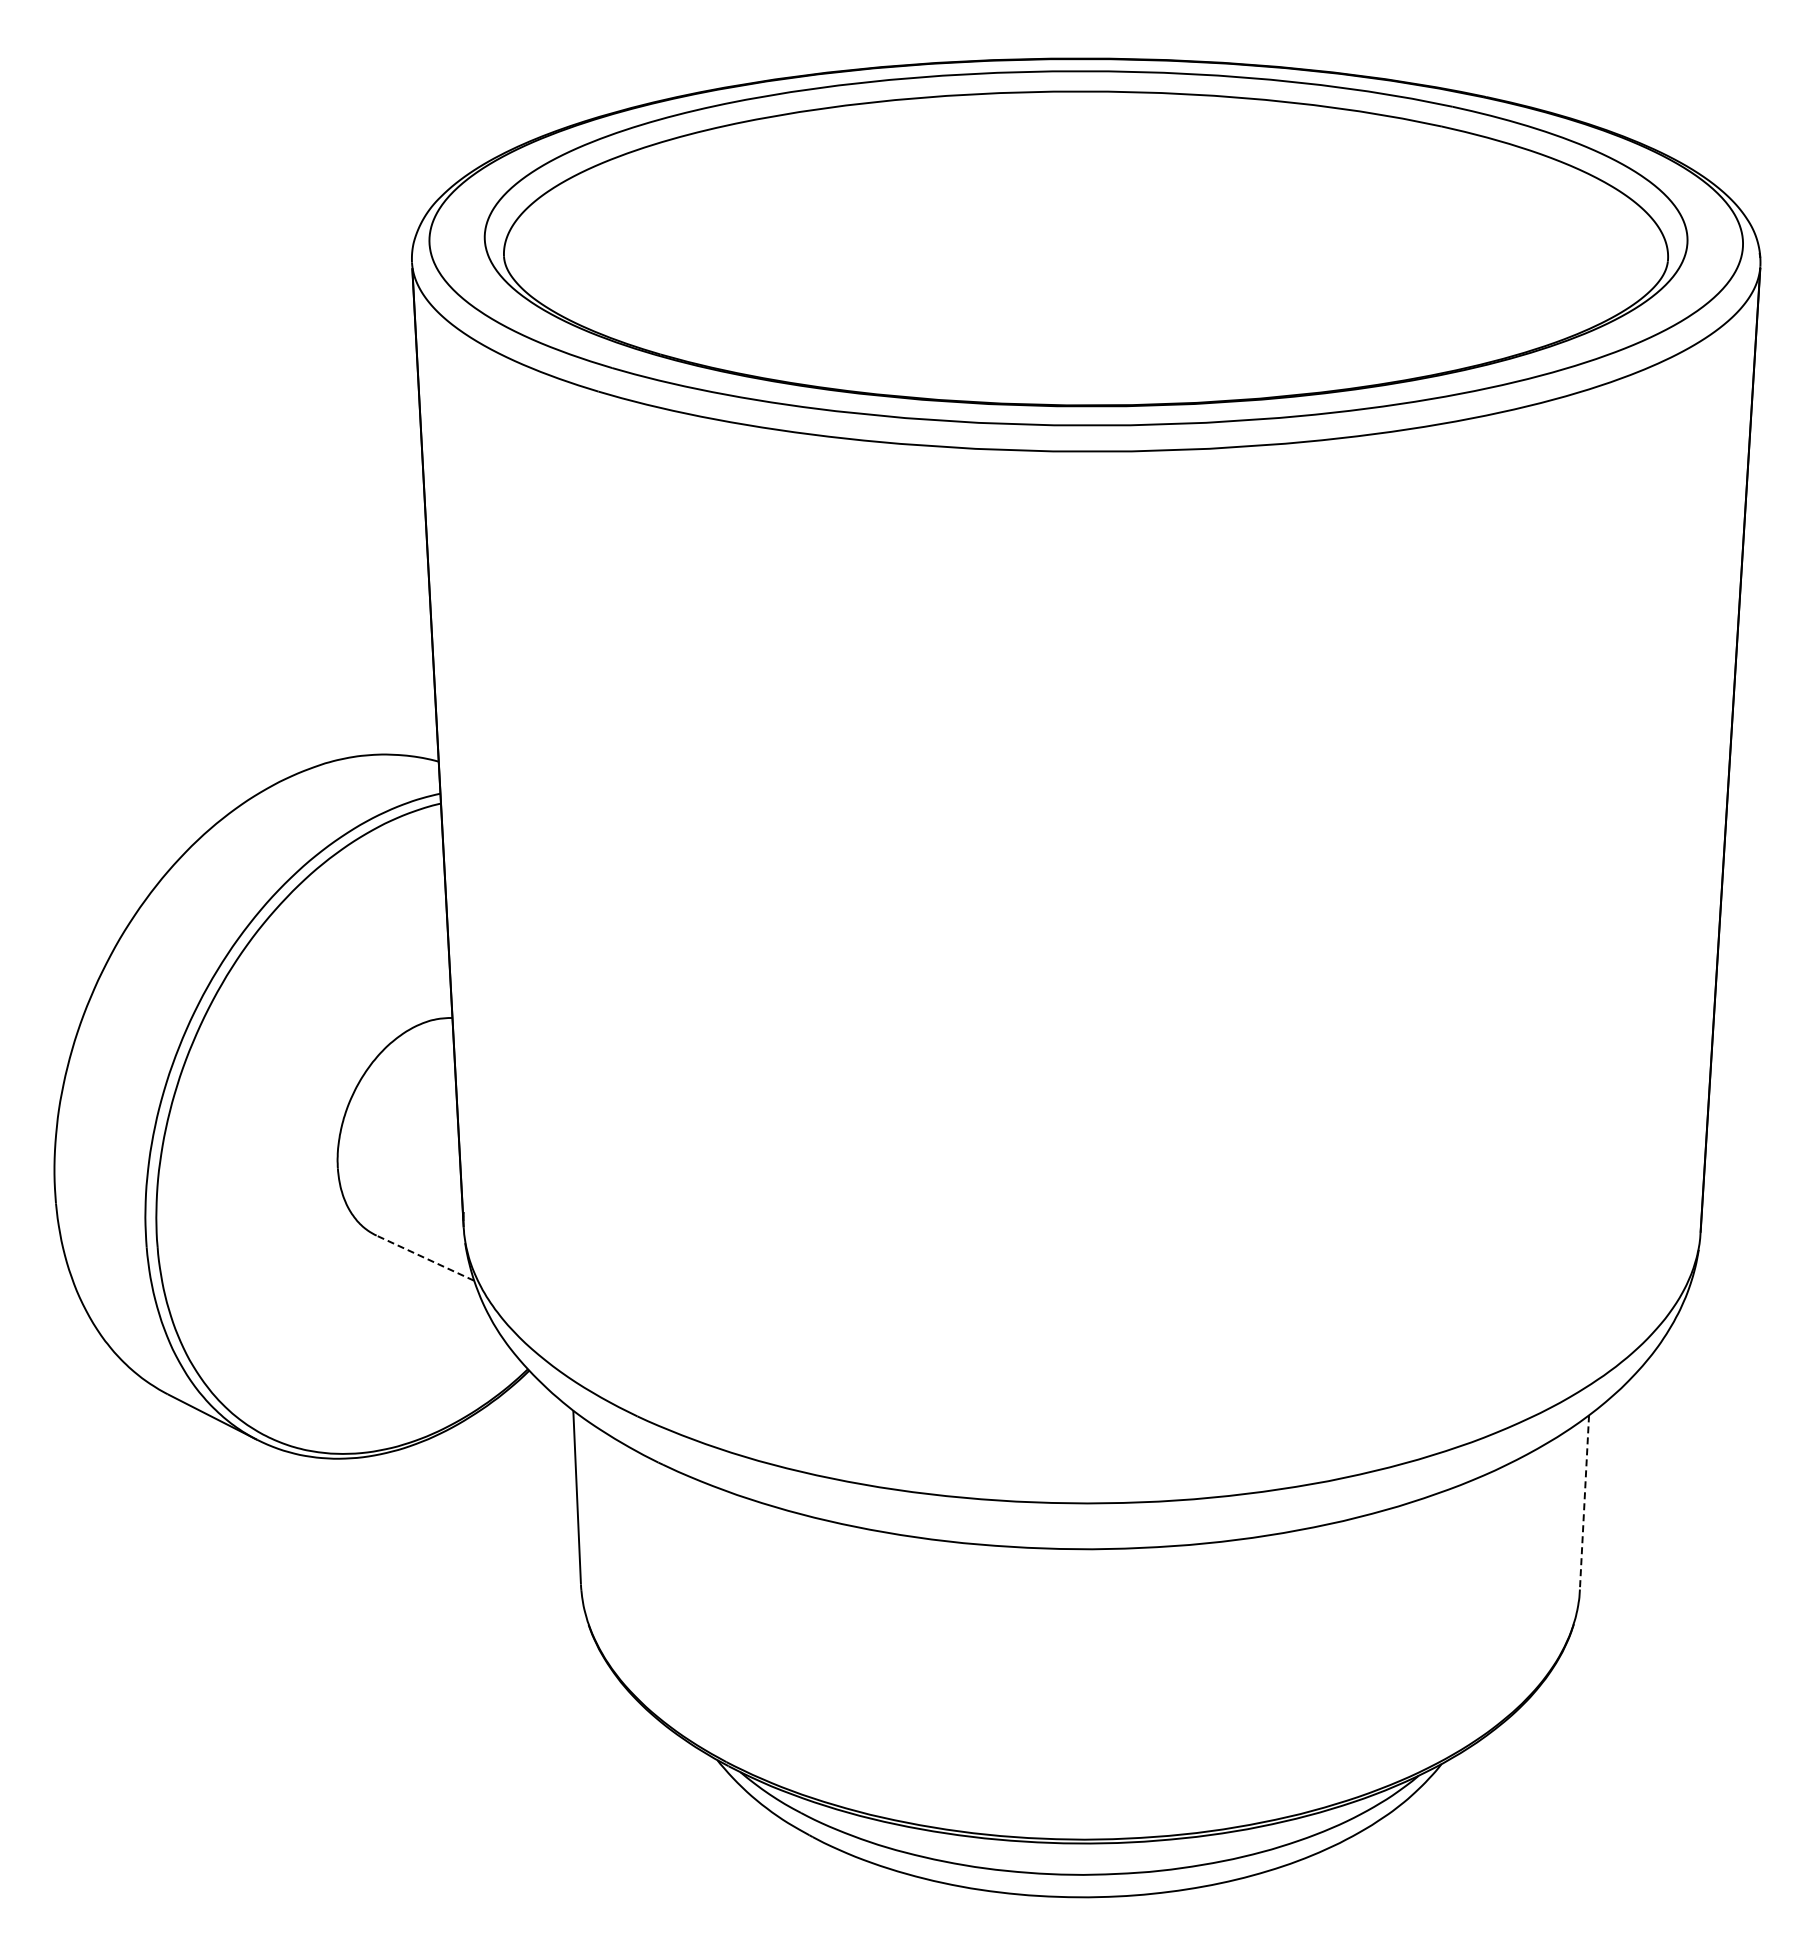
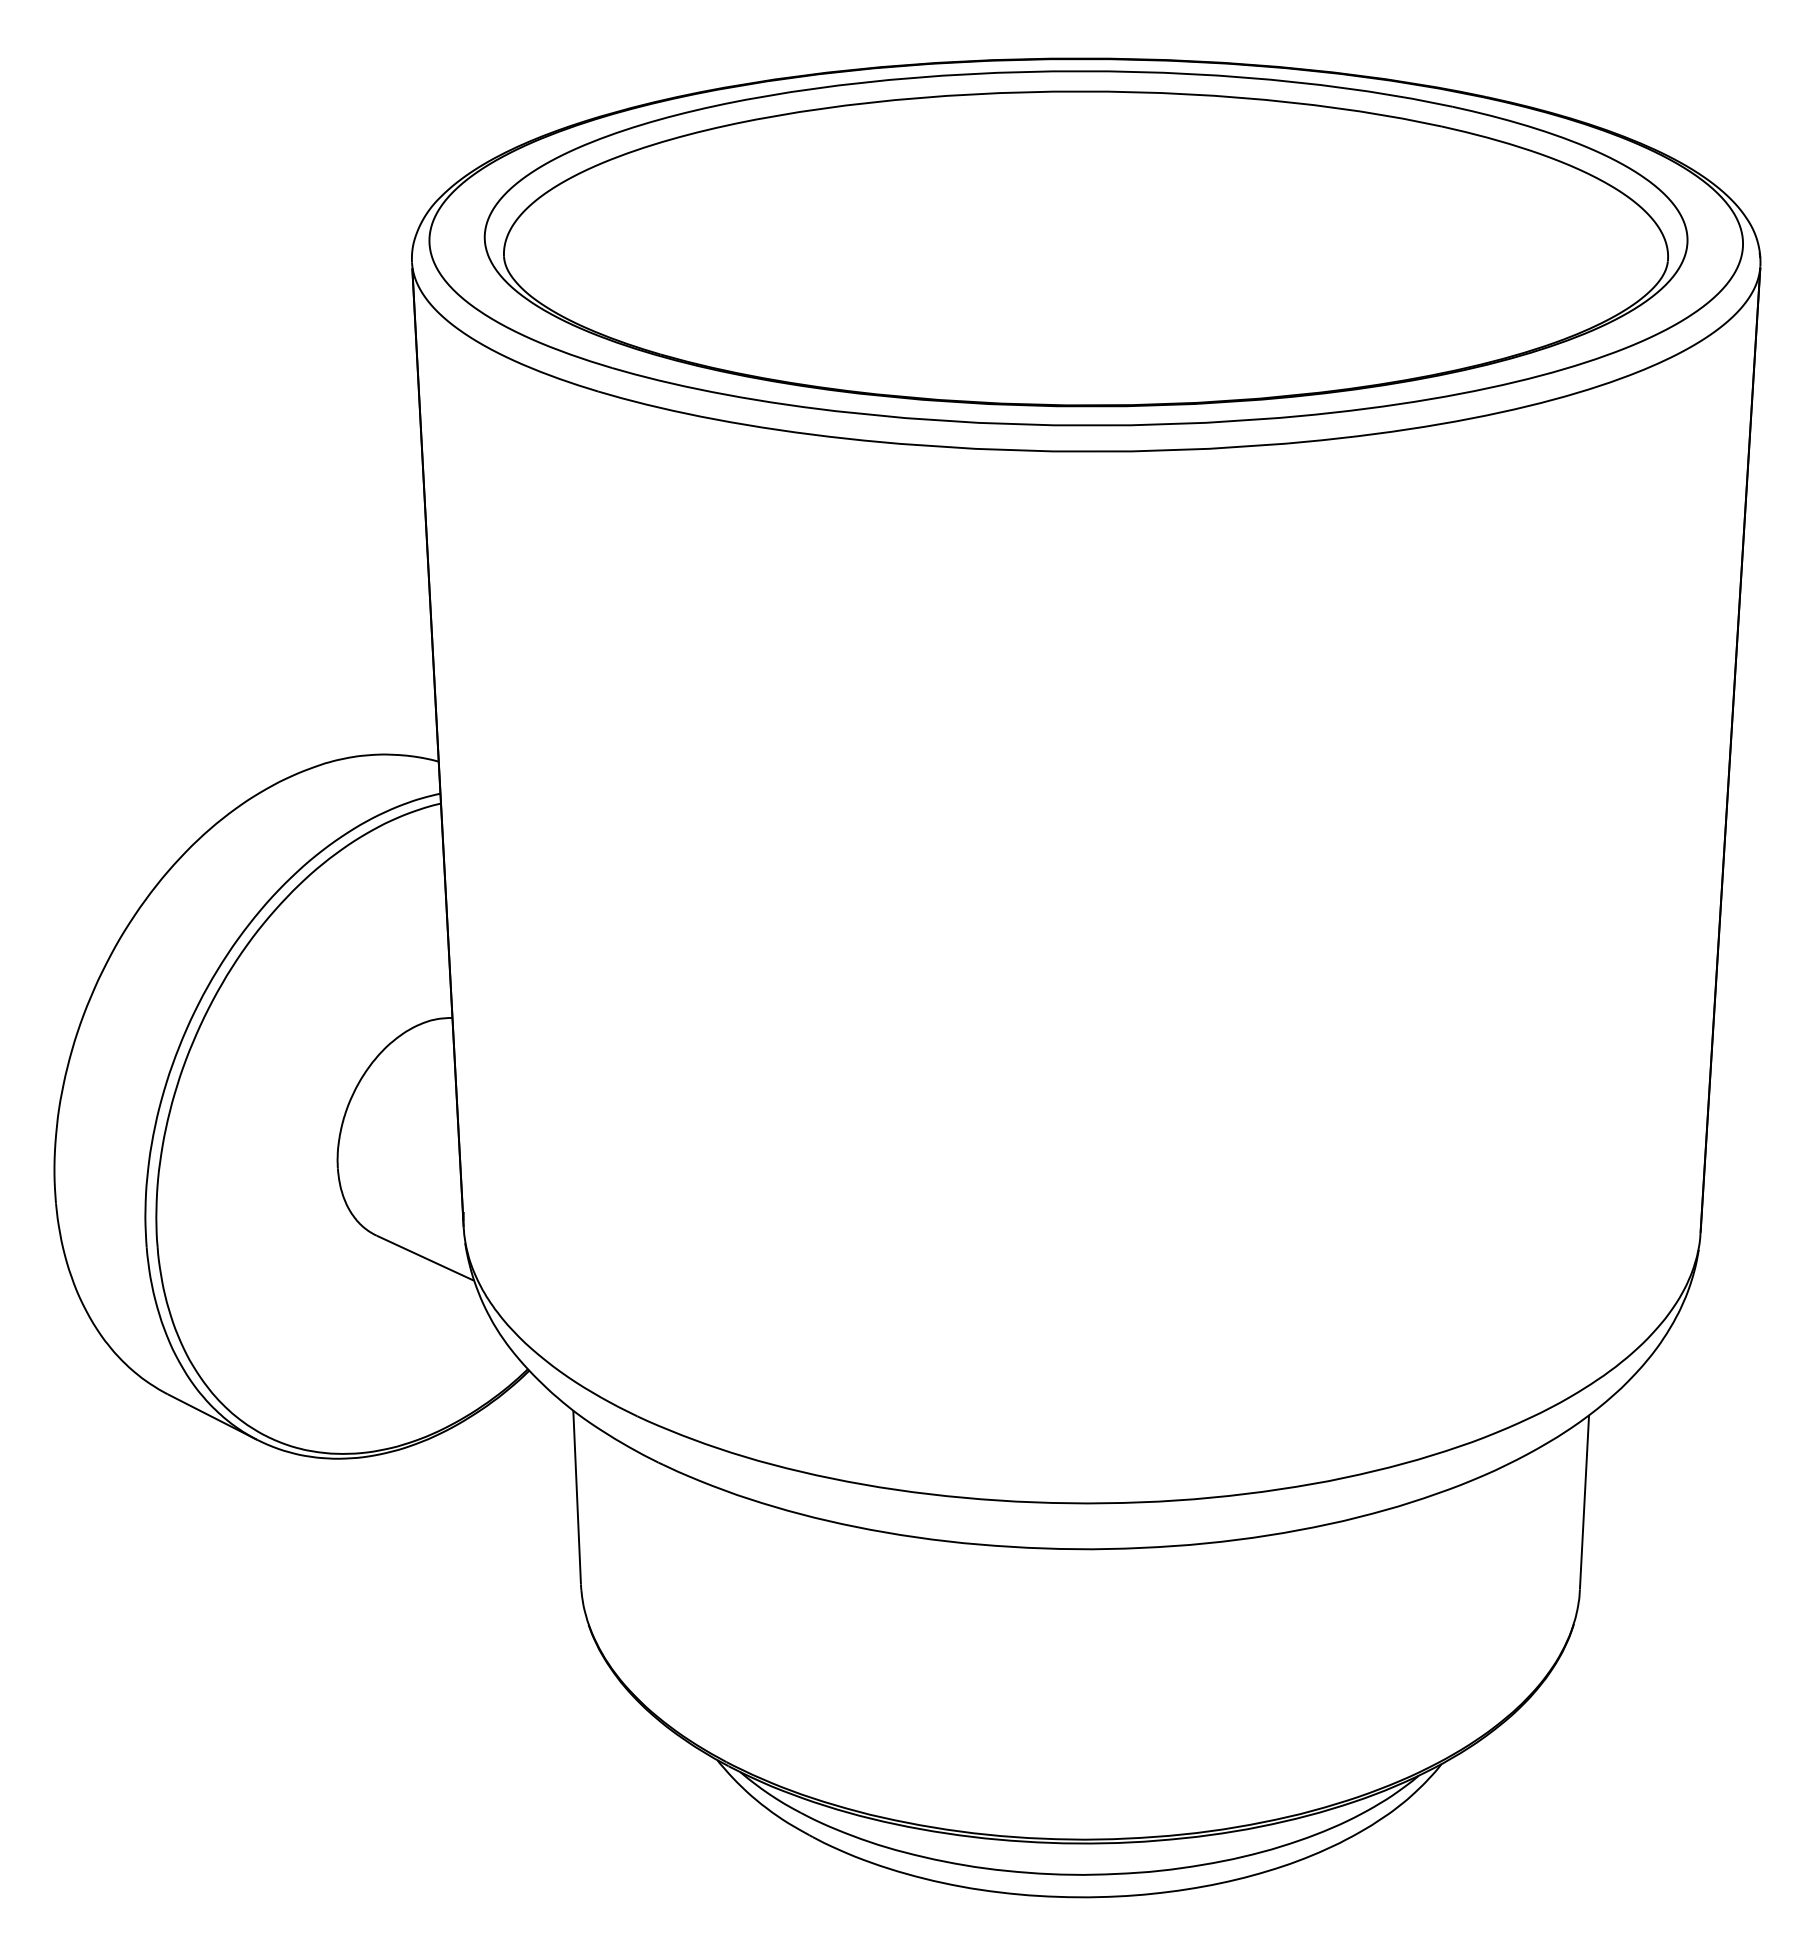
line at (425, 1258): dashed -> solid
line at (1584, 1502): dashed -> solid
